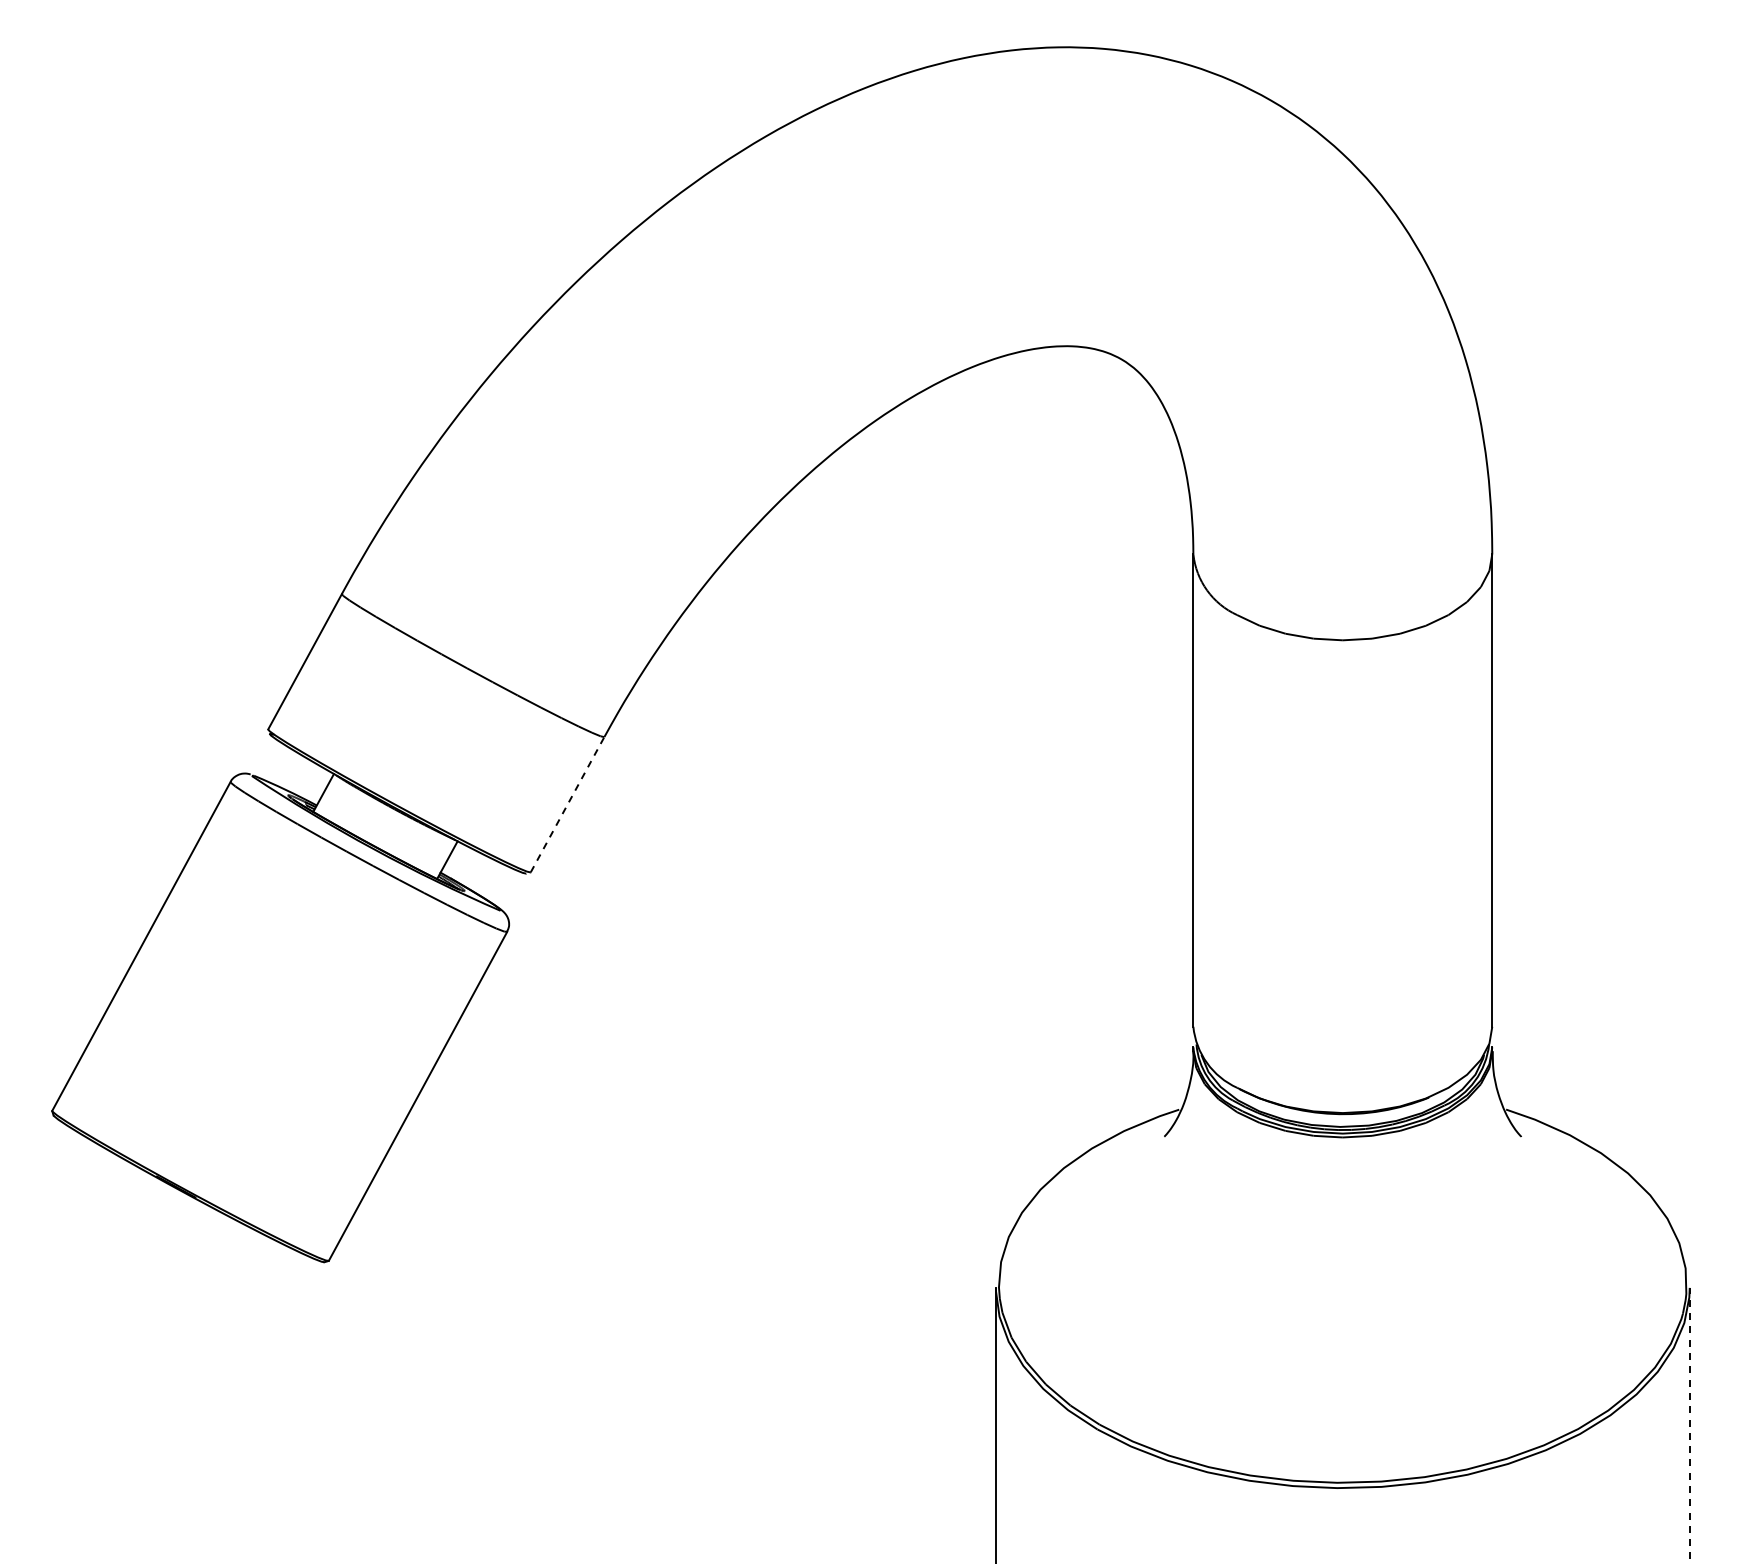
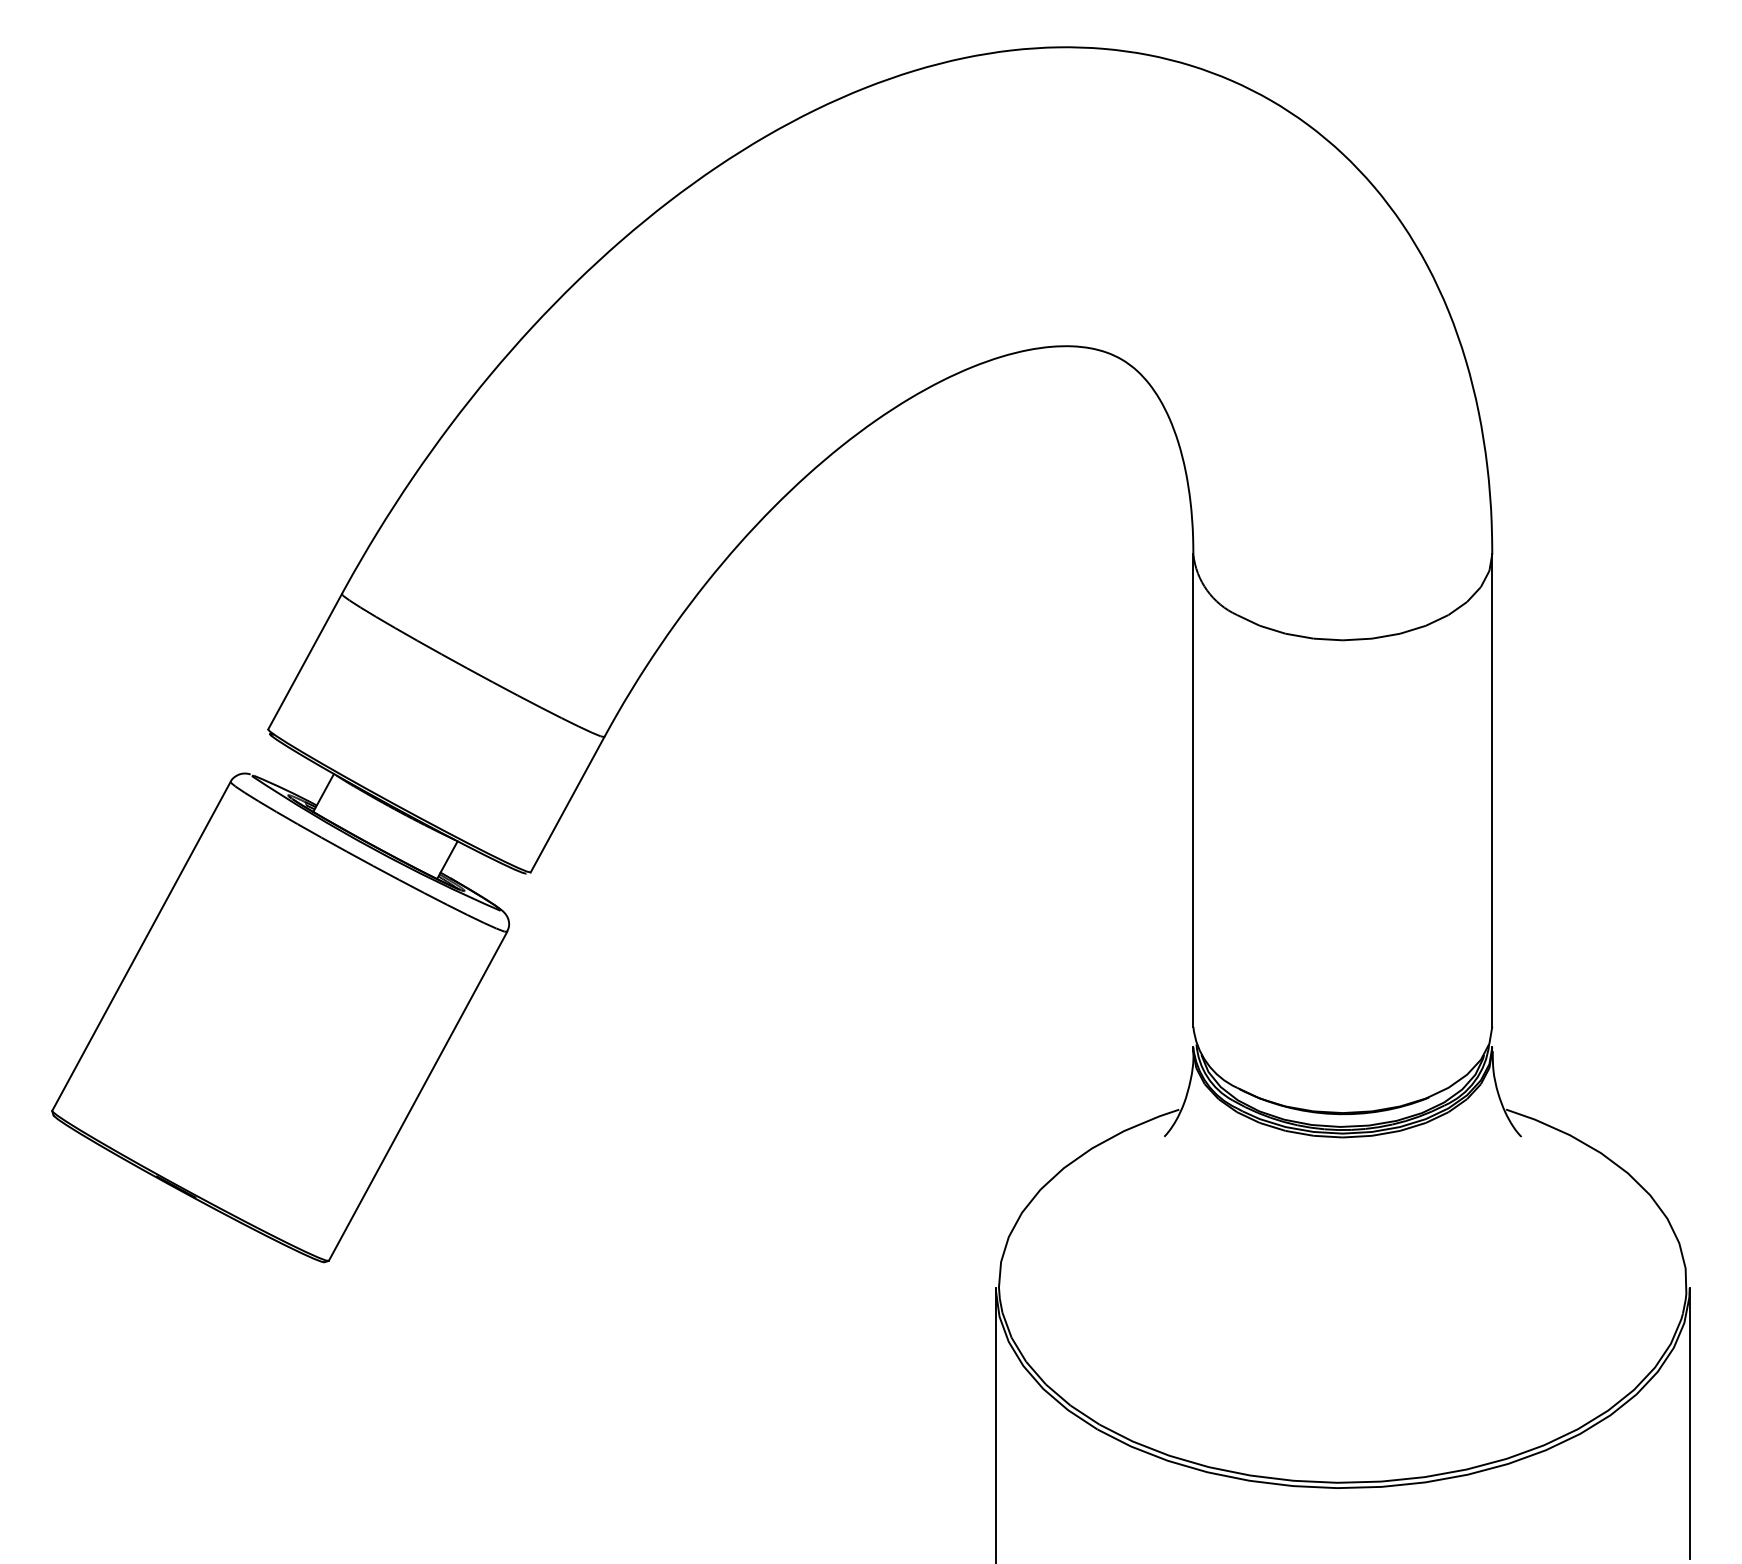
line at (567, 804): dashed -> solid
line at (1689, 1423): dashed -> solid
